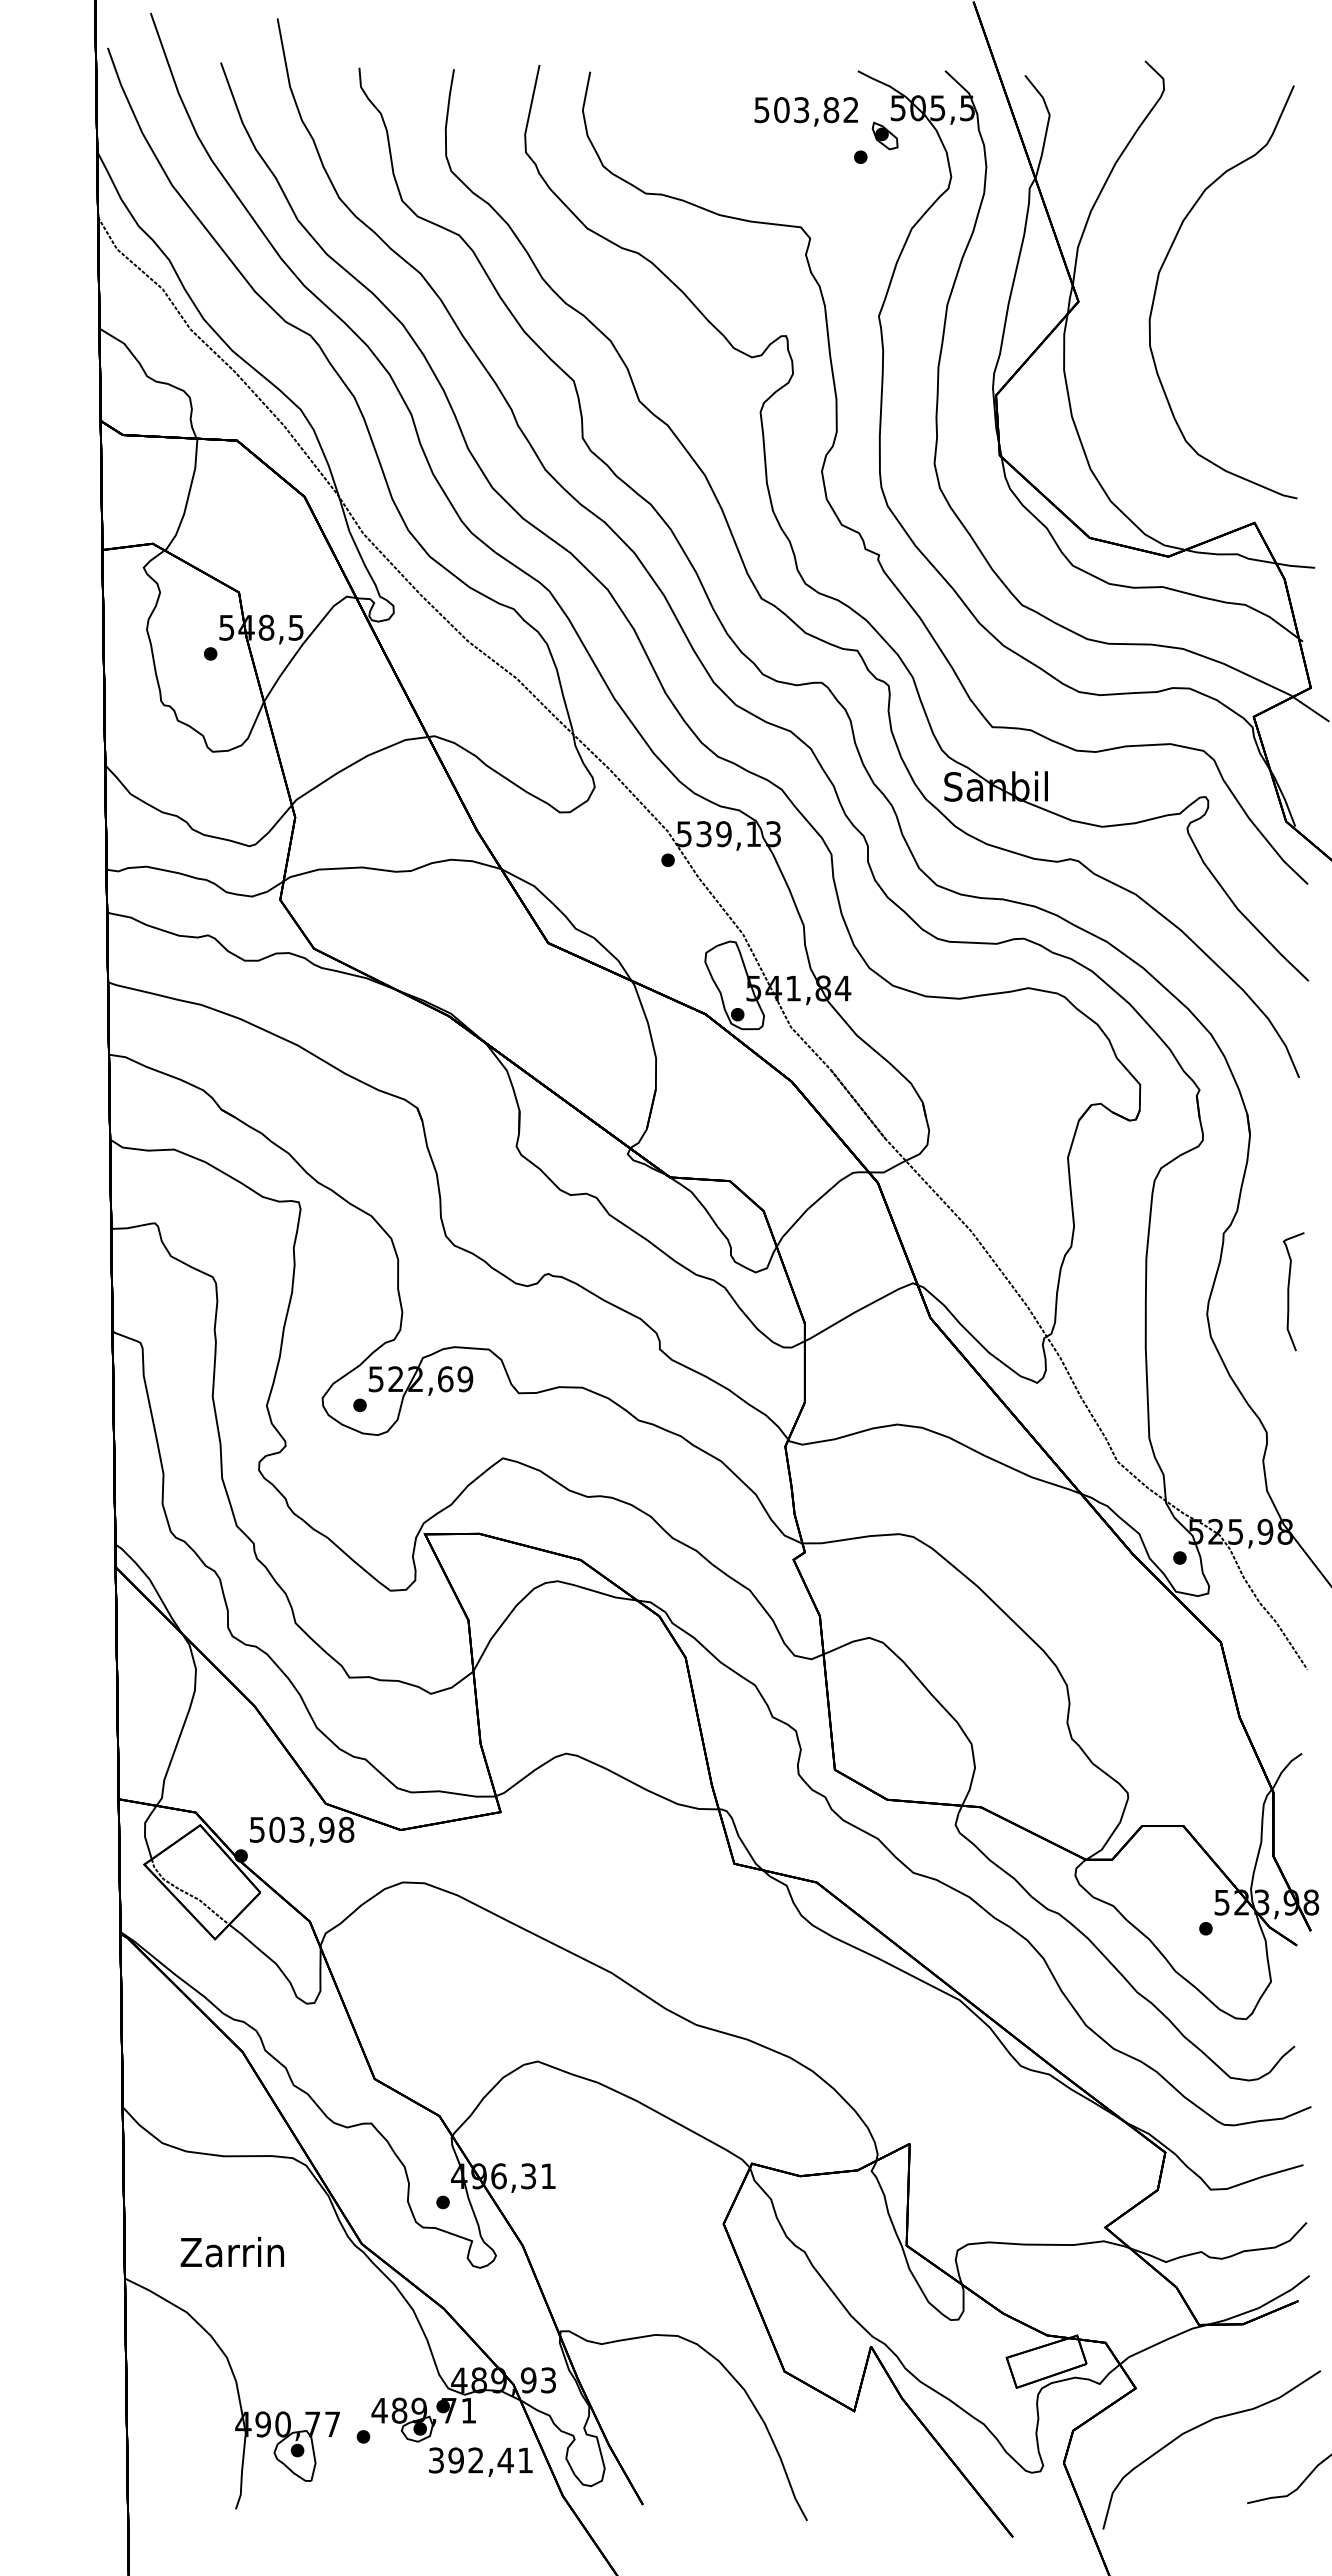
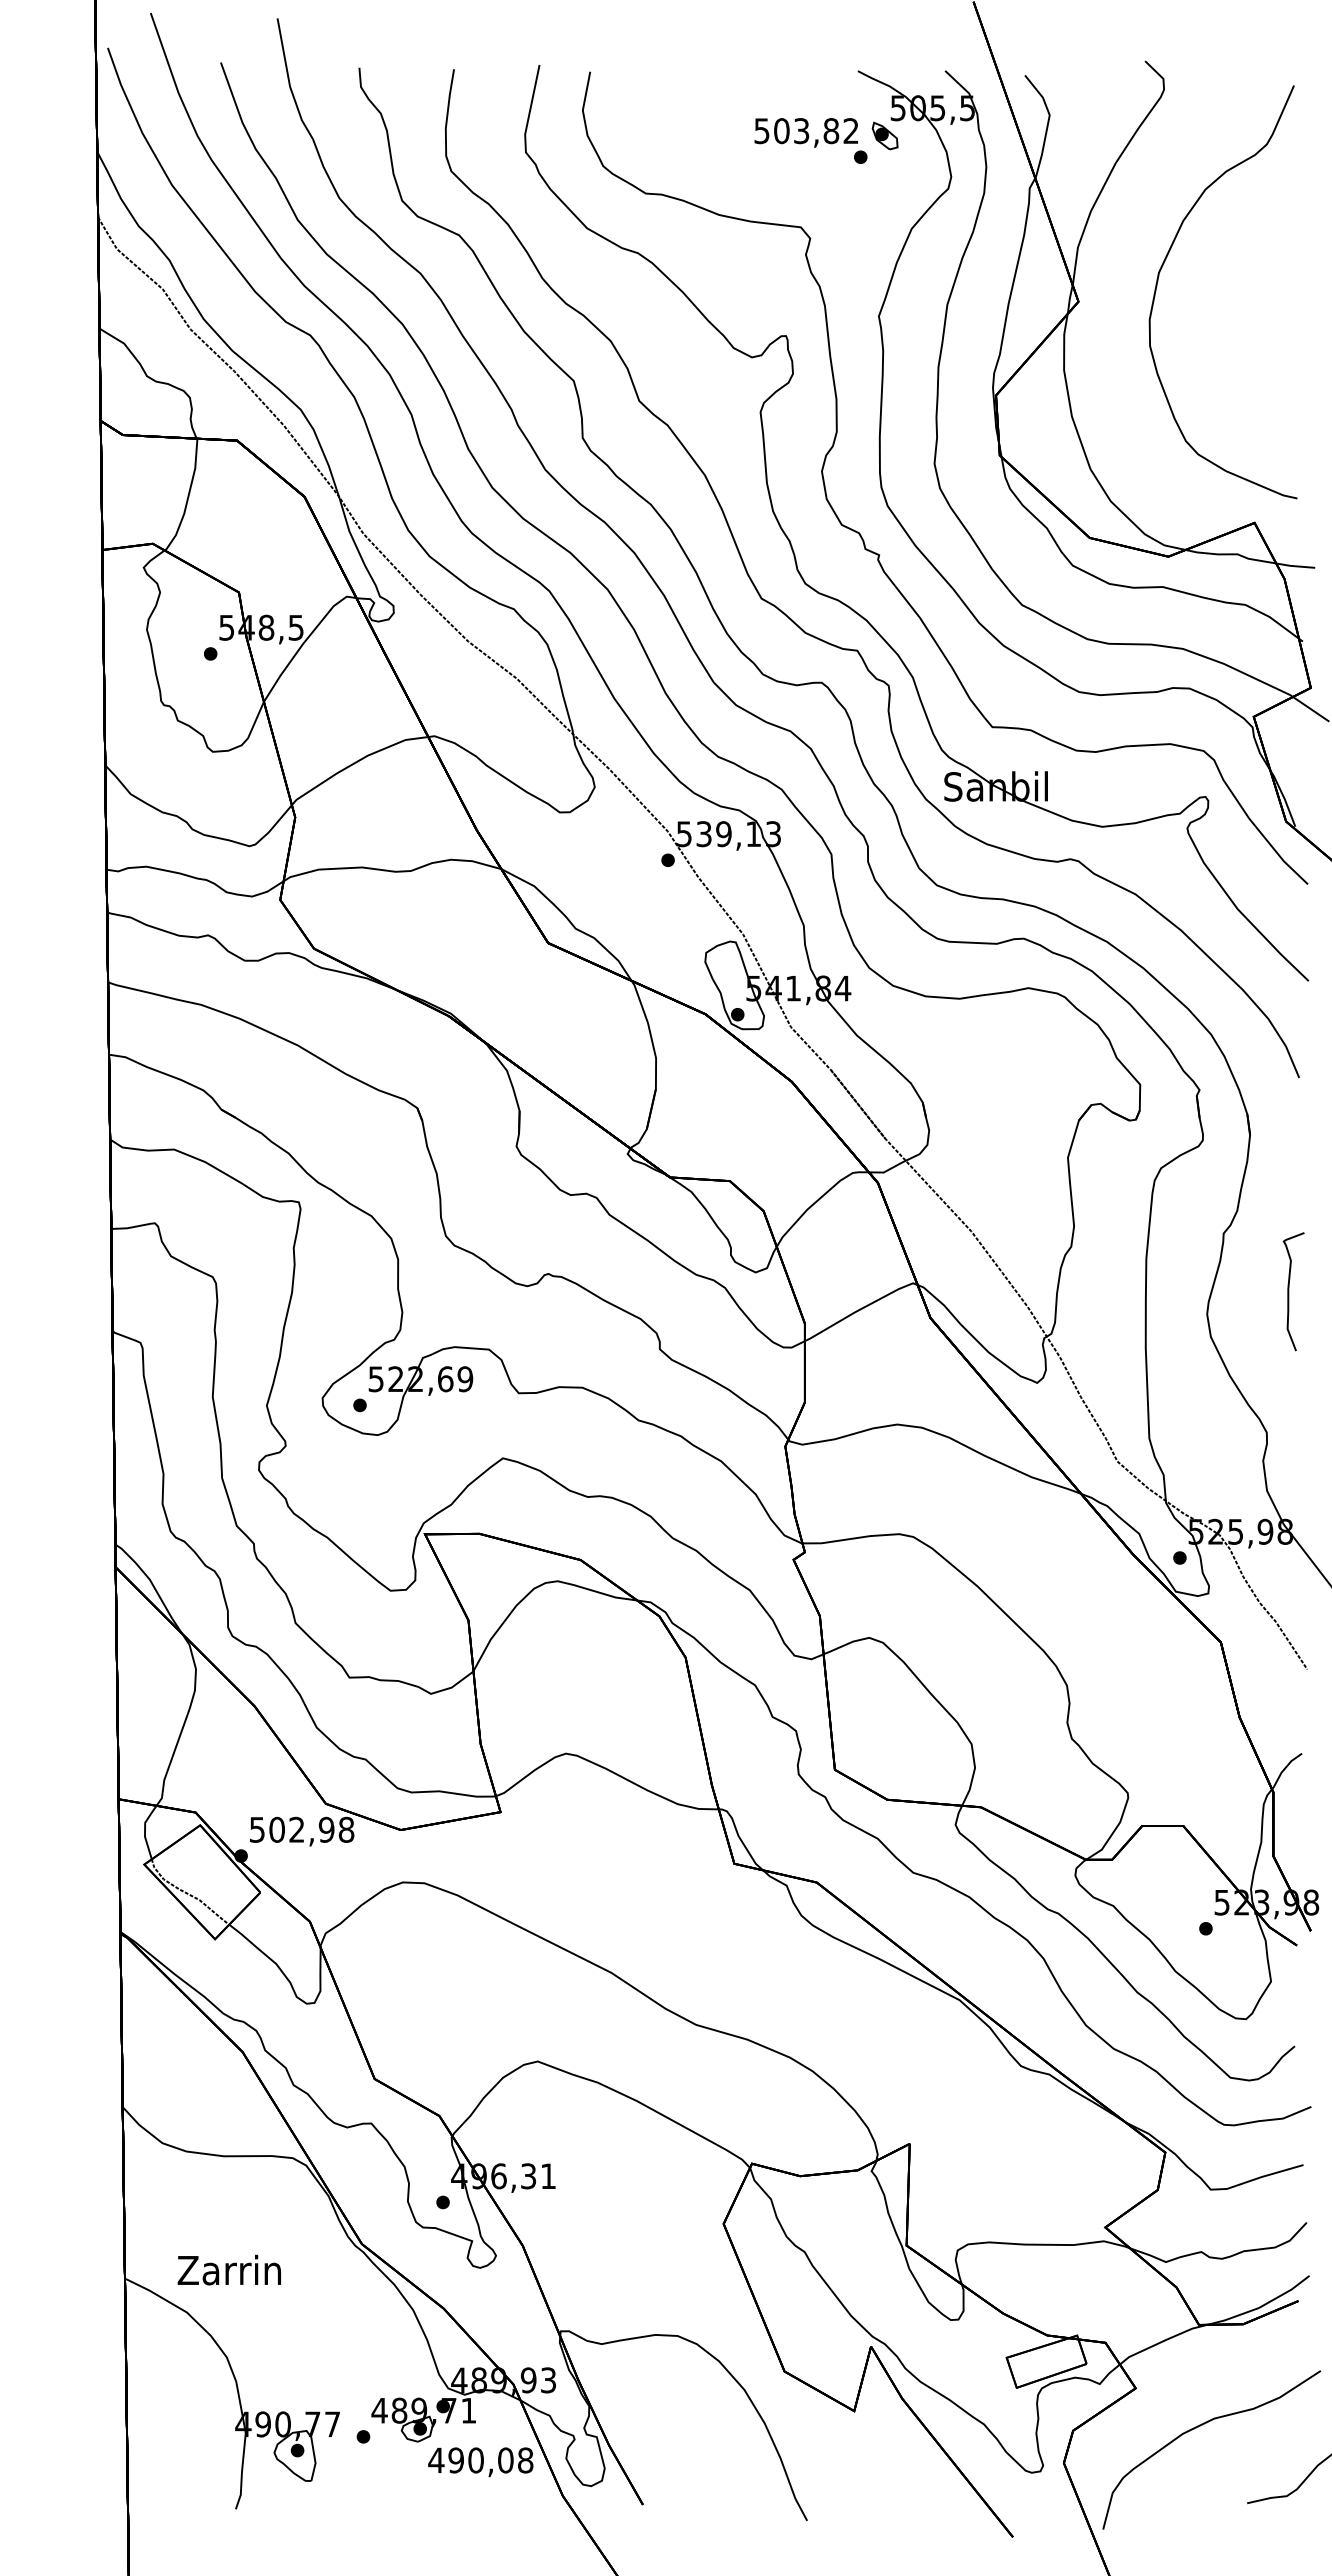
text at (805, 111) position: (805, 111) -> (805, 132)
text at (296, 1829): 503,98 -> 502,98
text at (231, 2251) position: (231, 2251) -> (228, 2269)
text at (480, 2460): 392,41 -> 490,08
